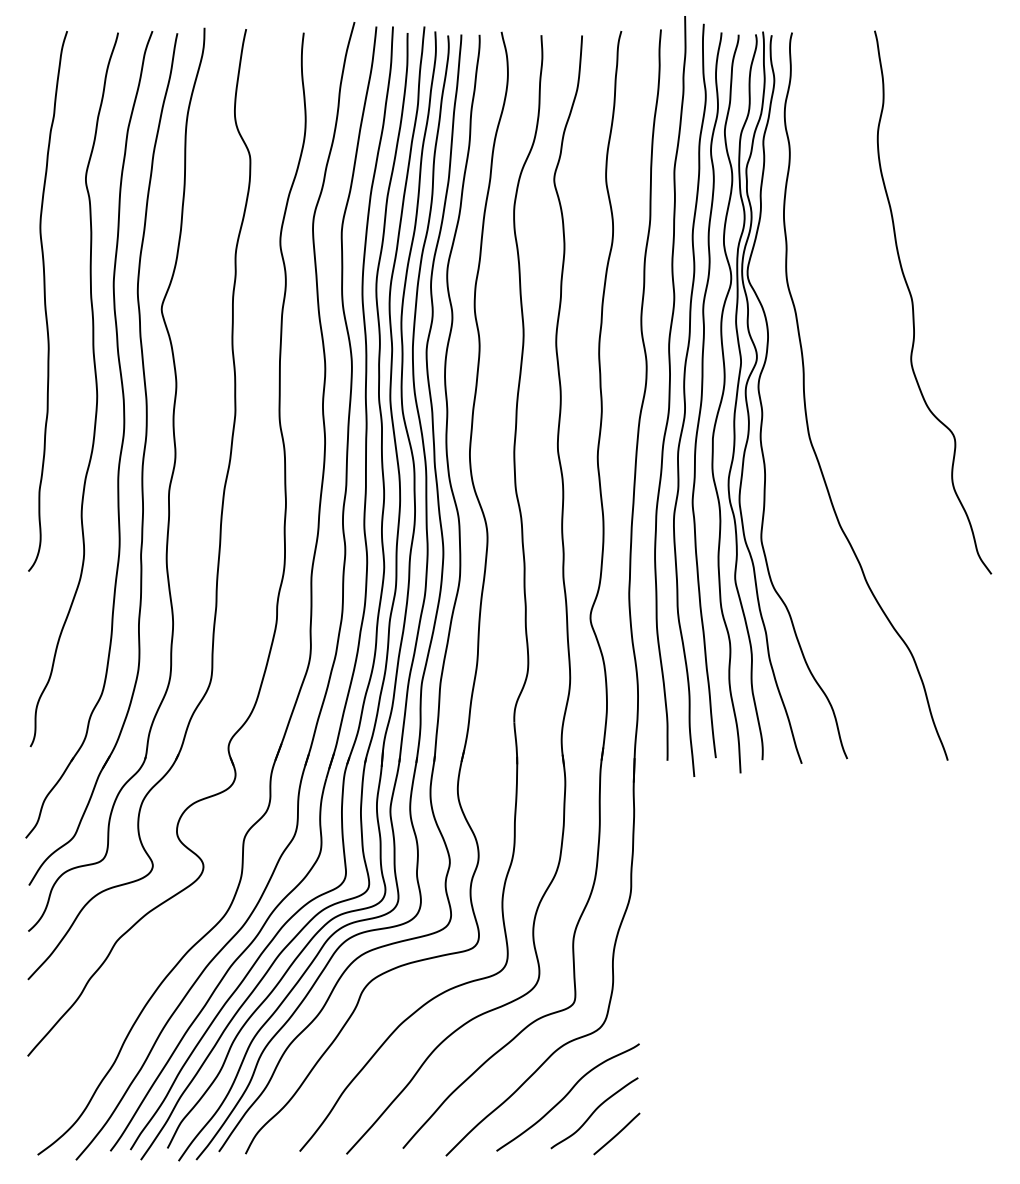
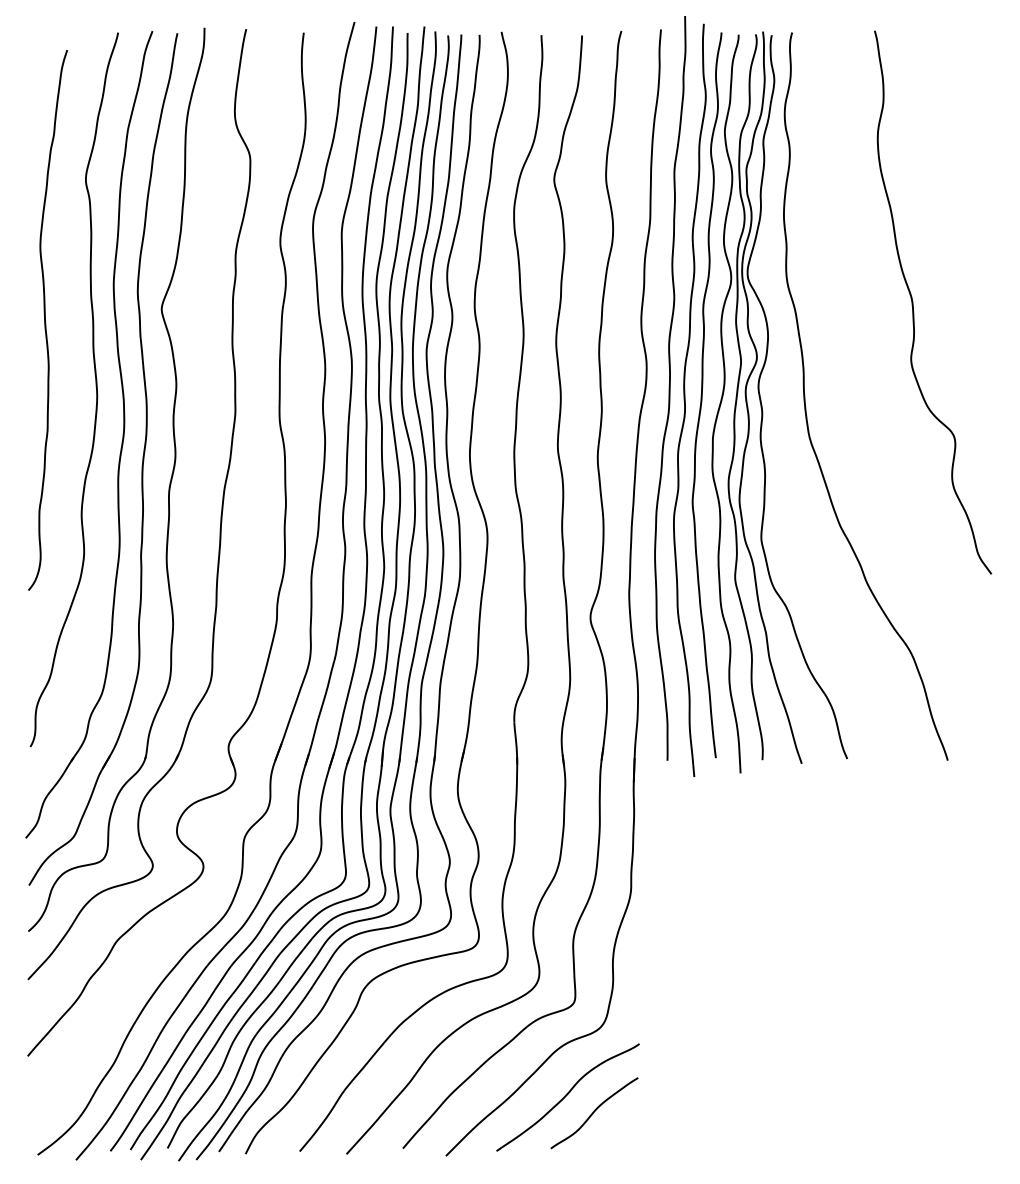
curve at (45, 301) position: (45, 301) -> (45, 320)
line at (616, 1133): present -> none
